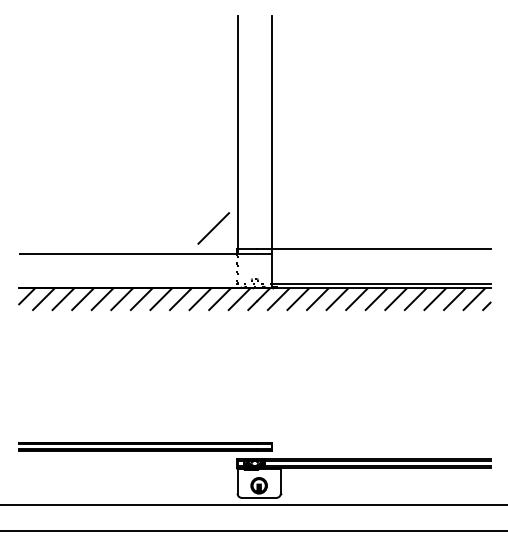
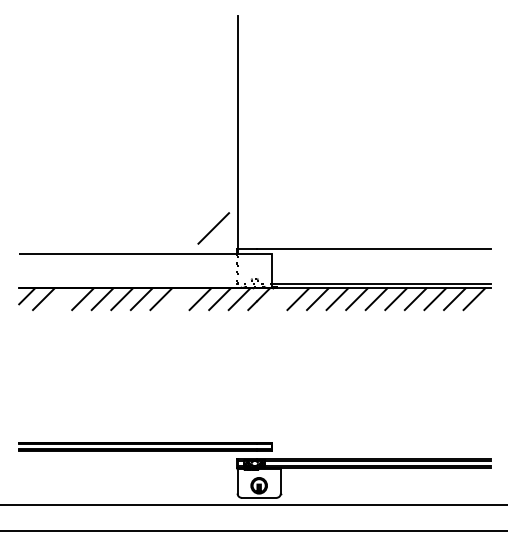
line at (272, 134): present -> none
line at (63, 299): present -> none
line at (180, 299): present -> none
line at (278, 299): present -> none
line at (486, 306): present -> none
